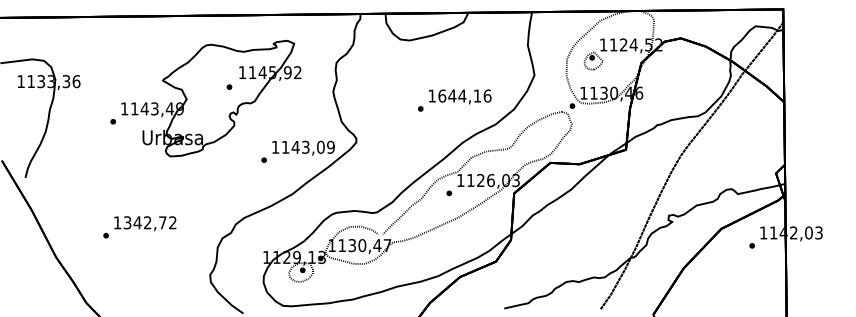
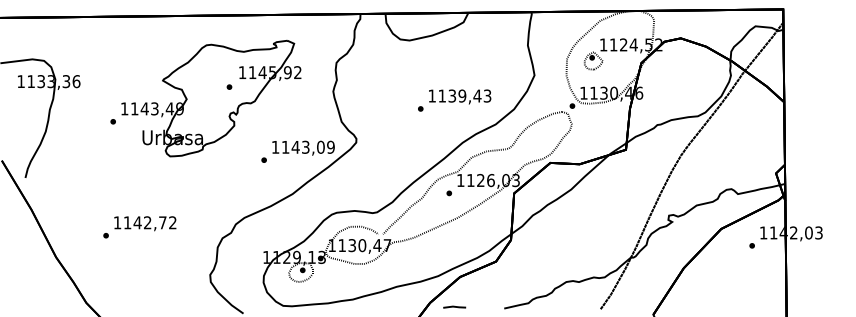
text at (464, 95): 1644,16 -> 1139,43
text at (127, 222): 1342,72 -> 1142,72
line at (454, 306): none -> present
